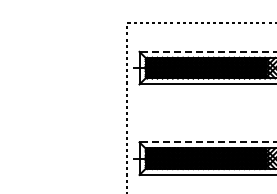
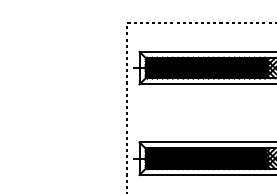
line at (207, 51): dashed -> solid
line at (207, 142): dashed -> solid
